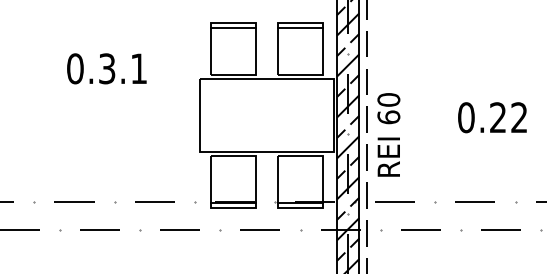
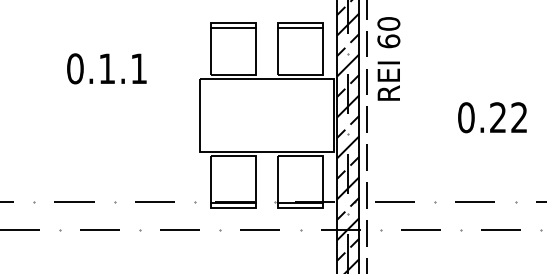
text at (107, 68): 0.3.1 -> 0.1.1
text at (388, 134) position: (388, 134) -> (388, 58)
